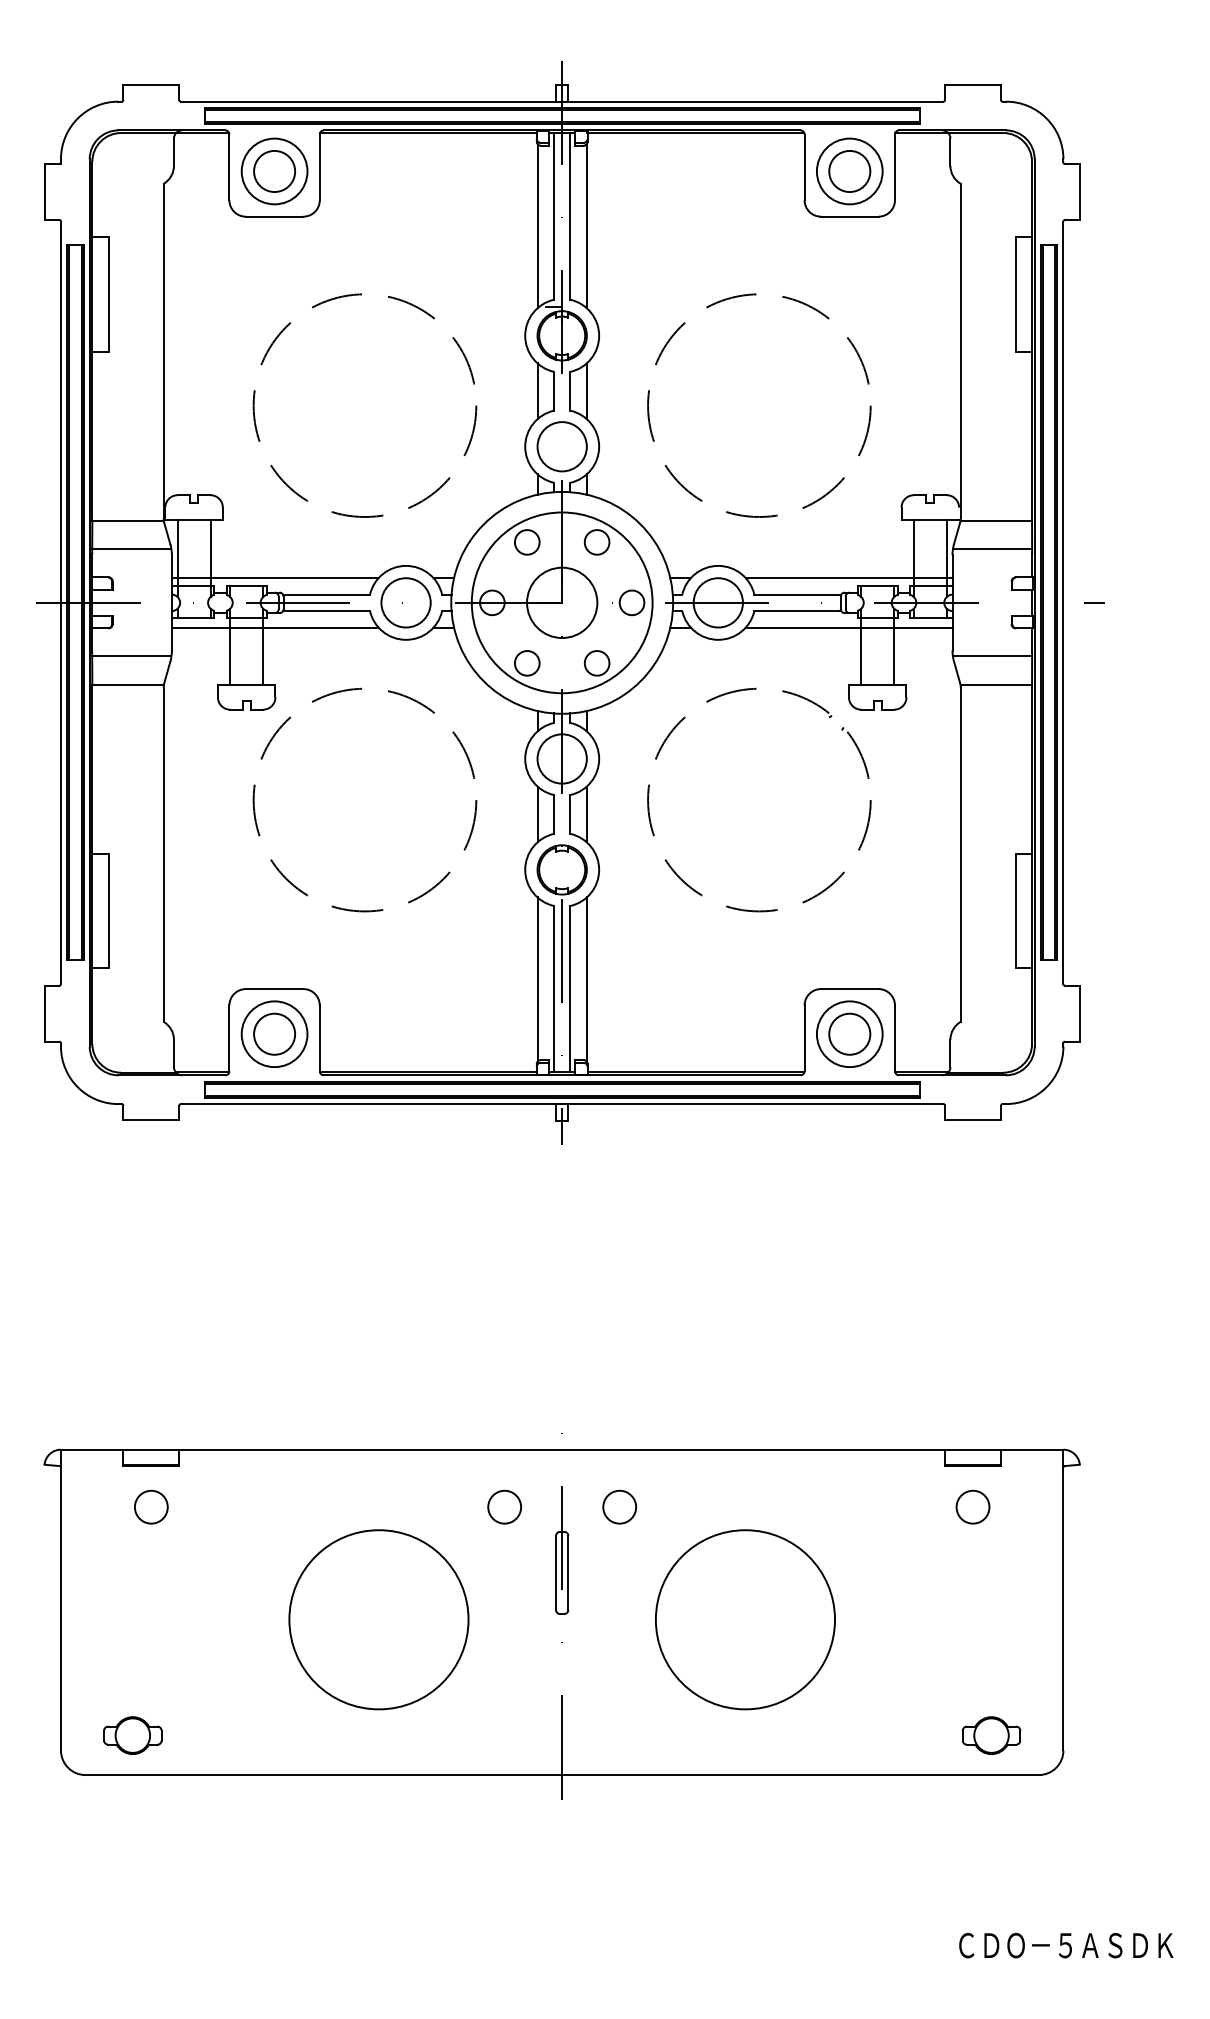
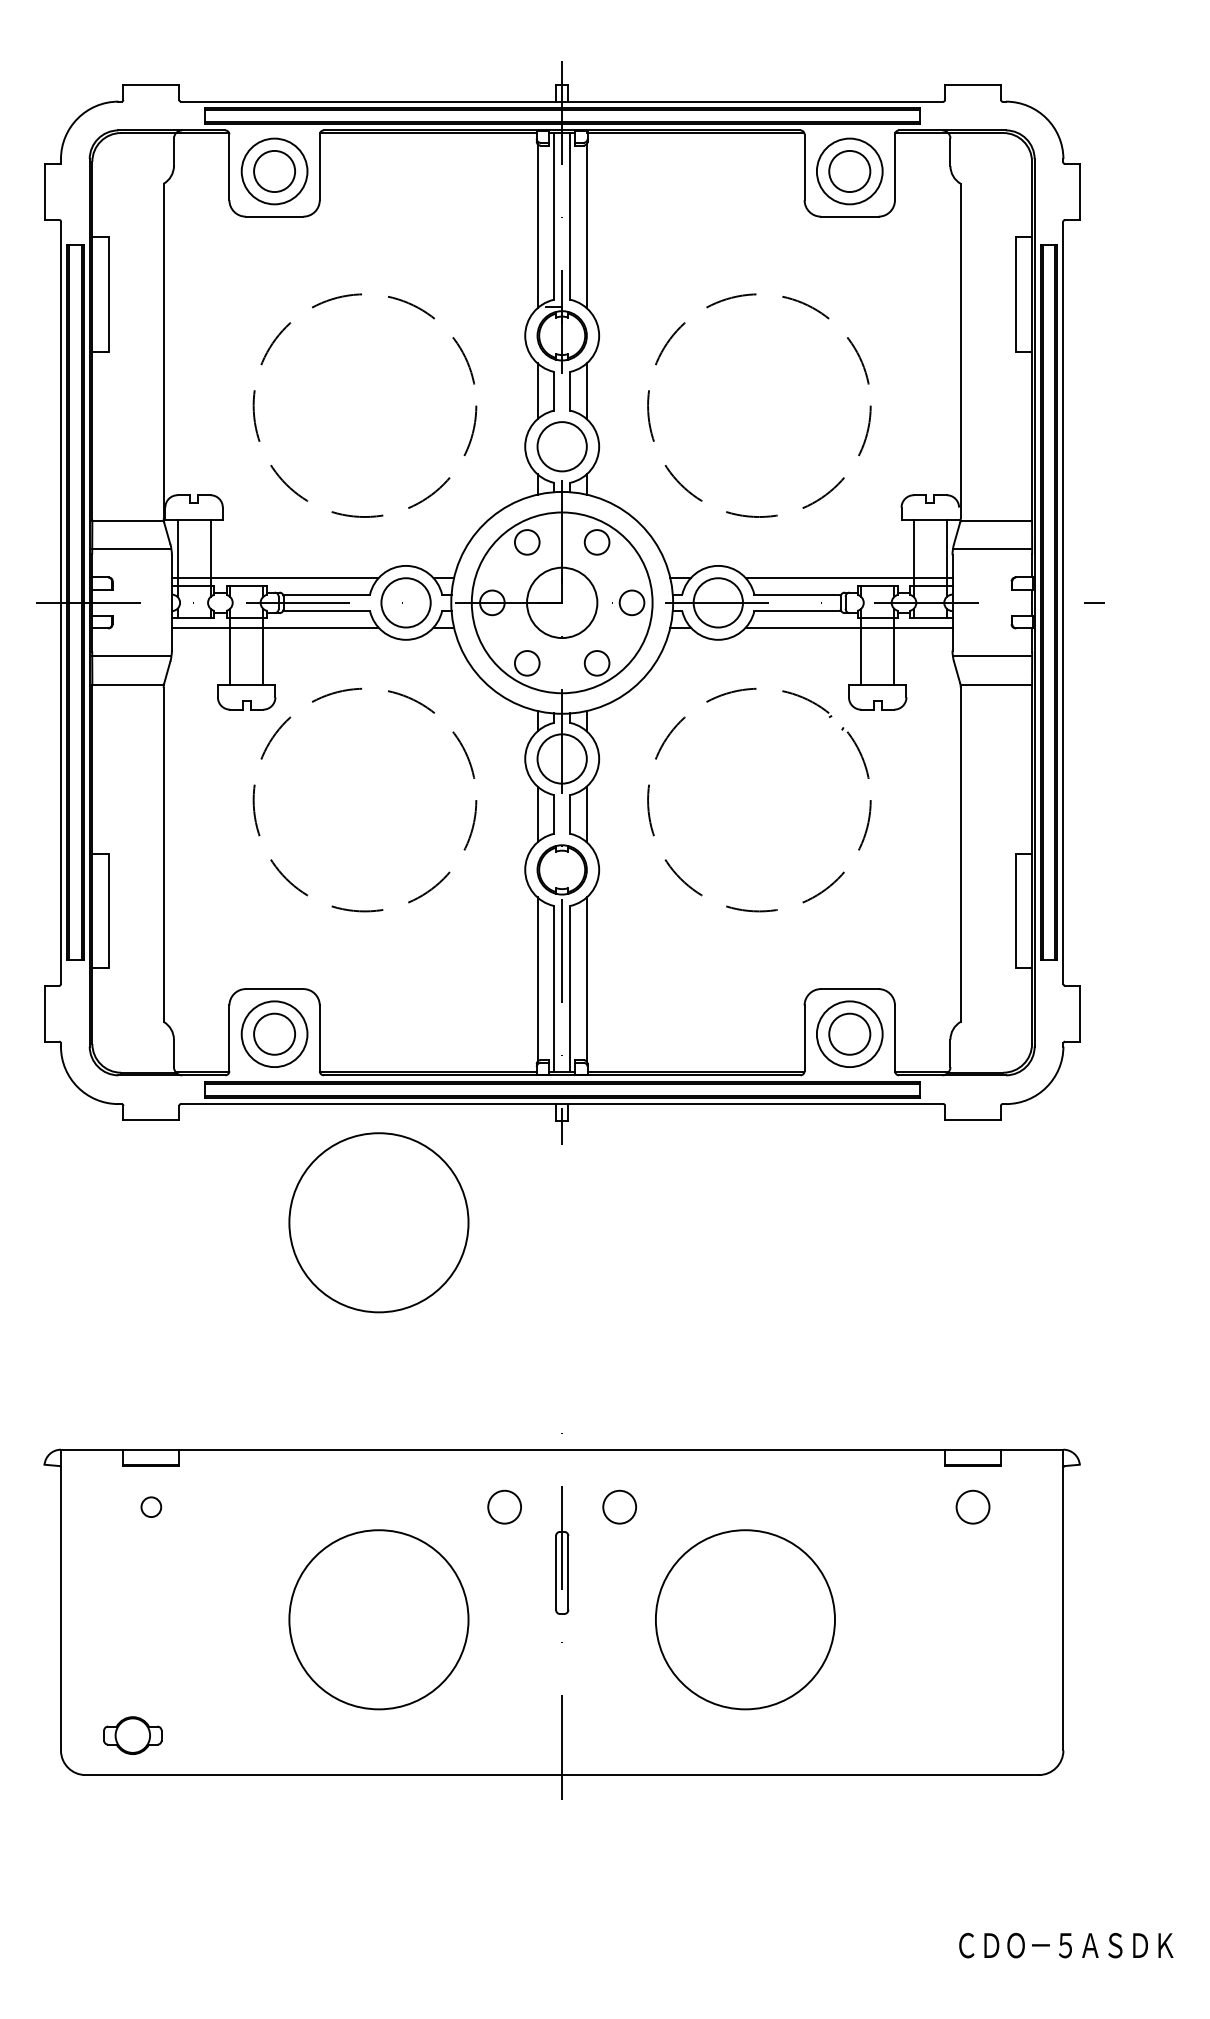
circle at (378, 1222): none -> present
circle at (150, 1506) diameter: 33 px -> 20 px
part at (991, 1735): present -> none
